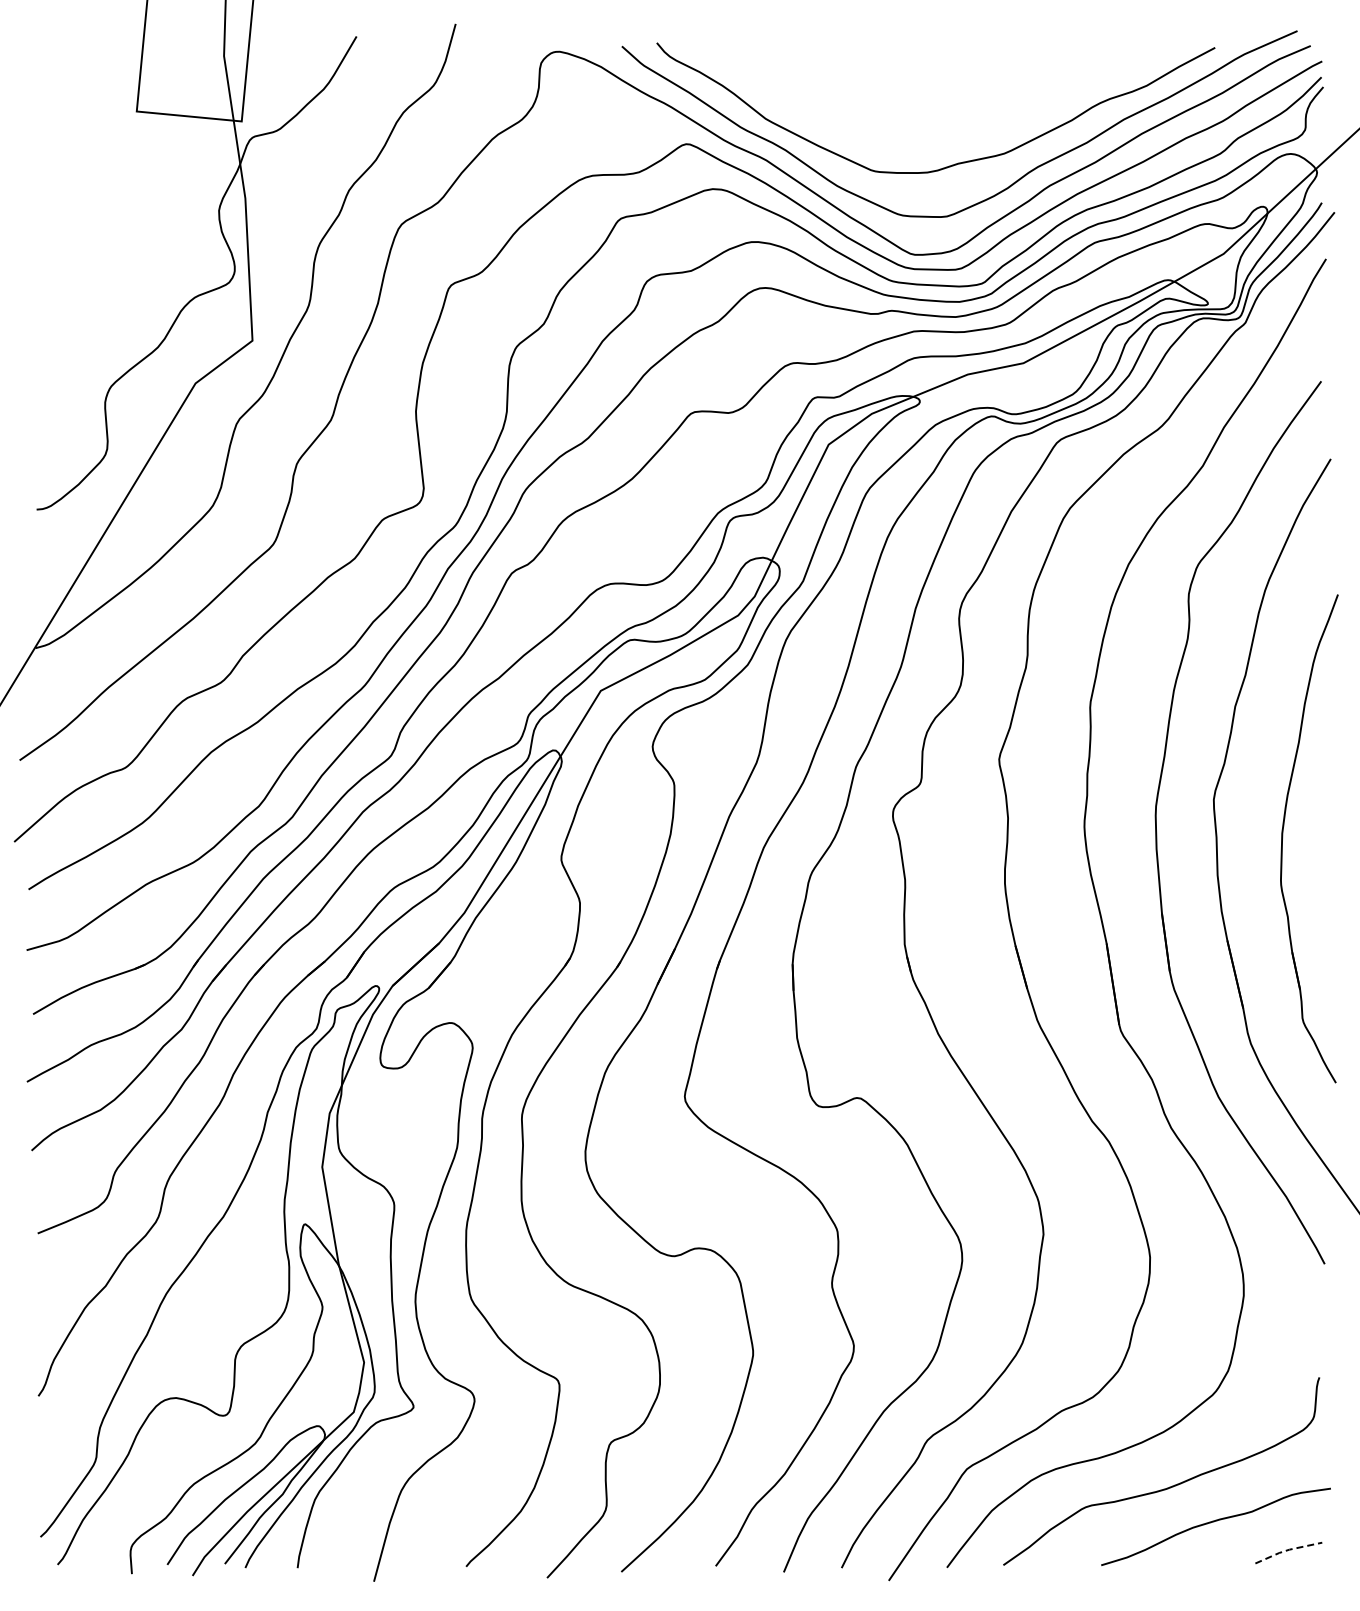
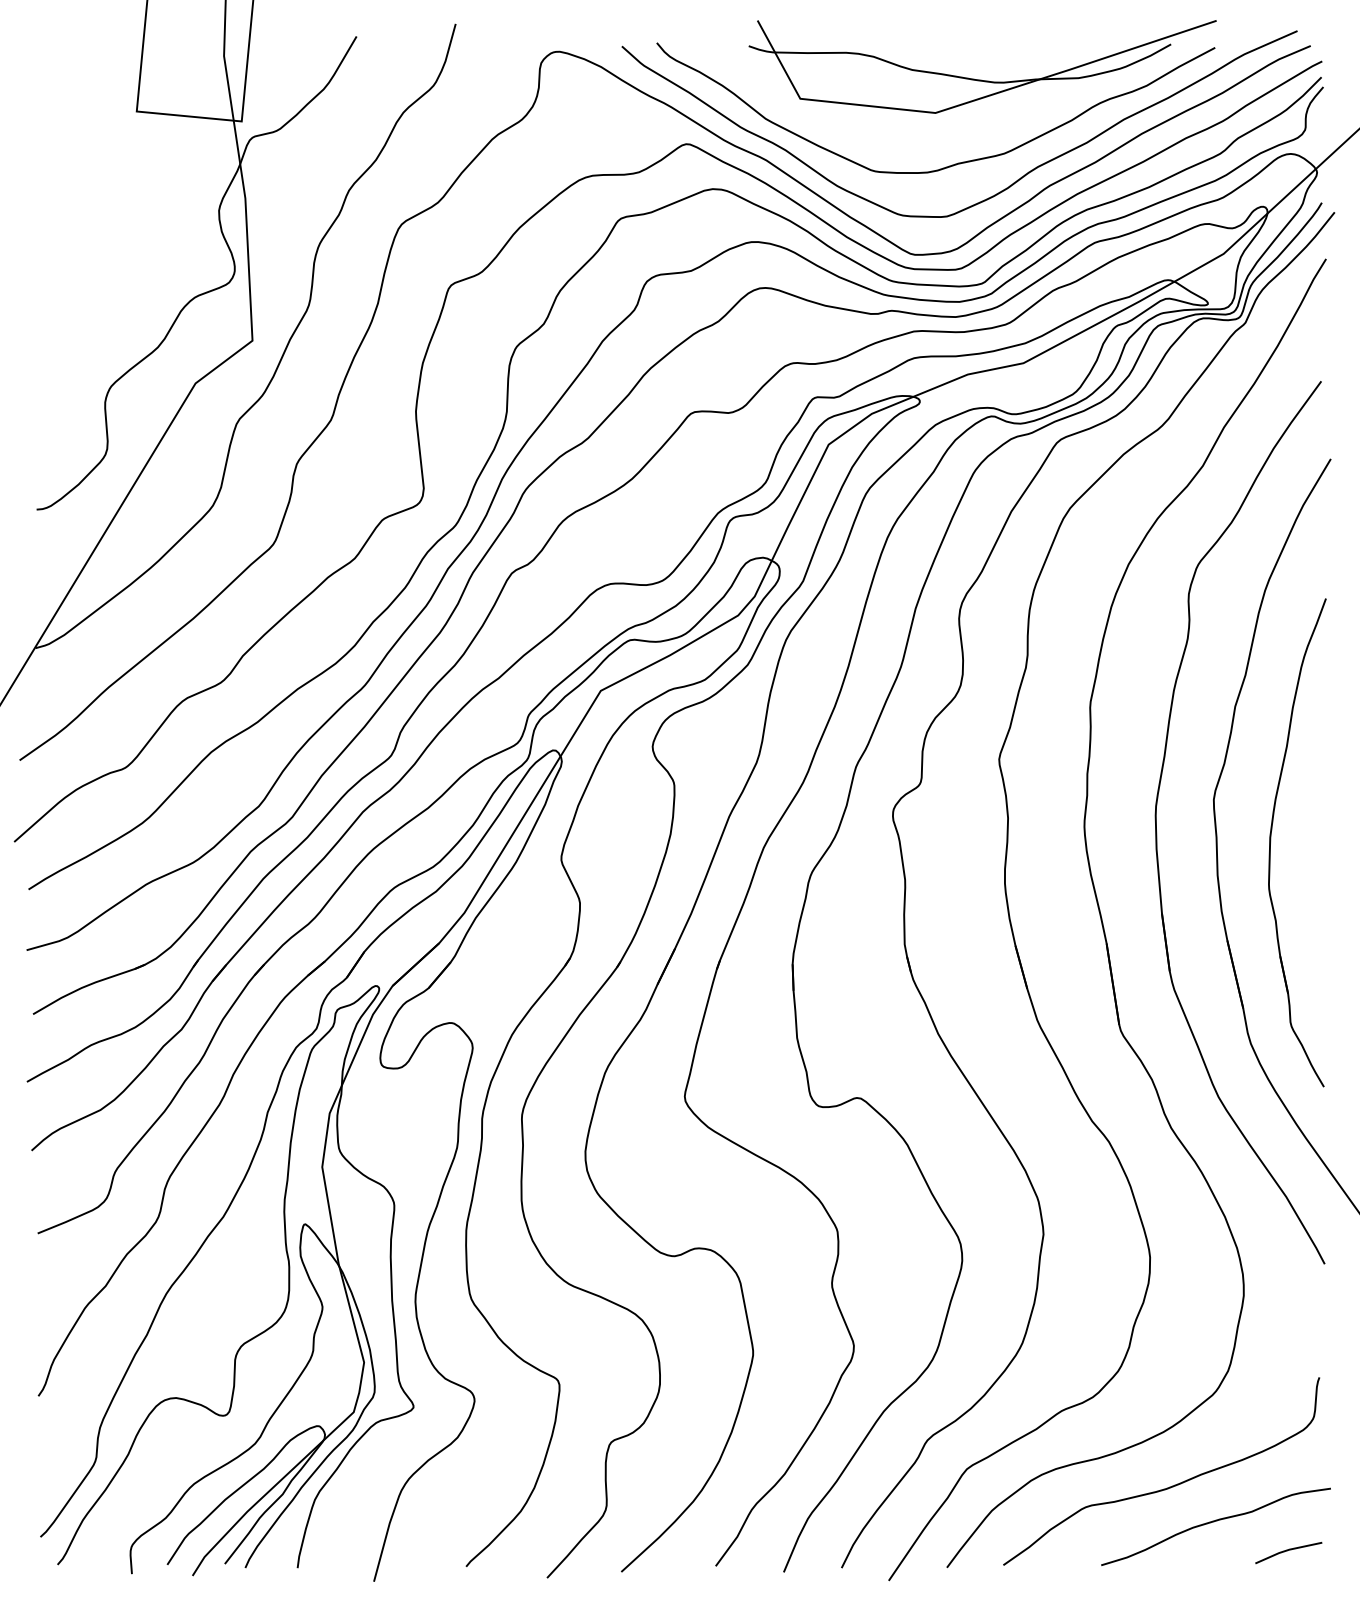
part at (981, 79): none -> present
part at (1283, 837) position: (1283, 837) -> (1271, 841)
line at (1287, 1550): dashed -> solid
